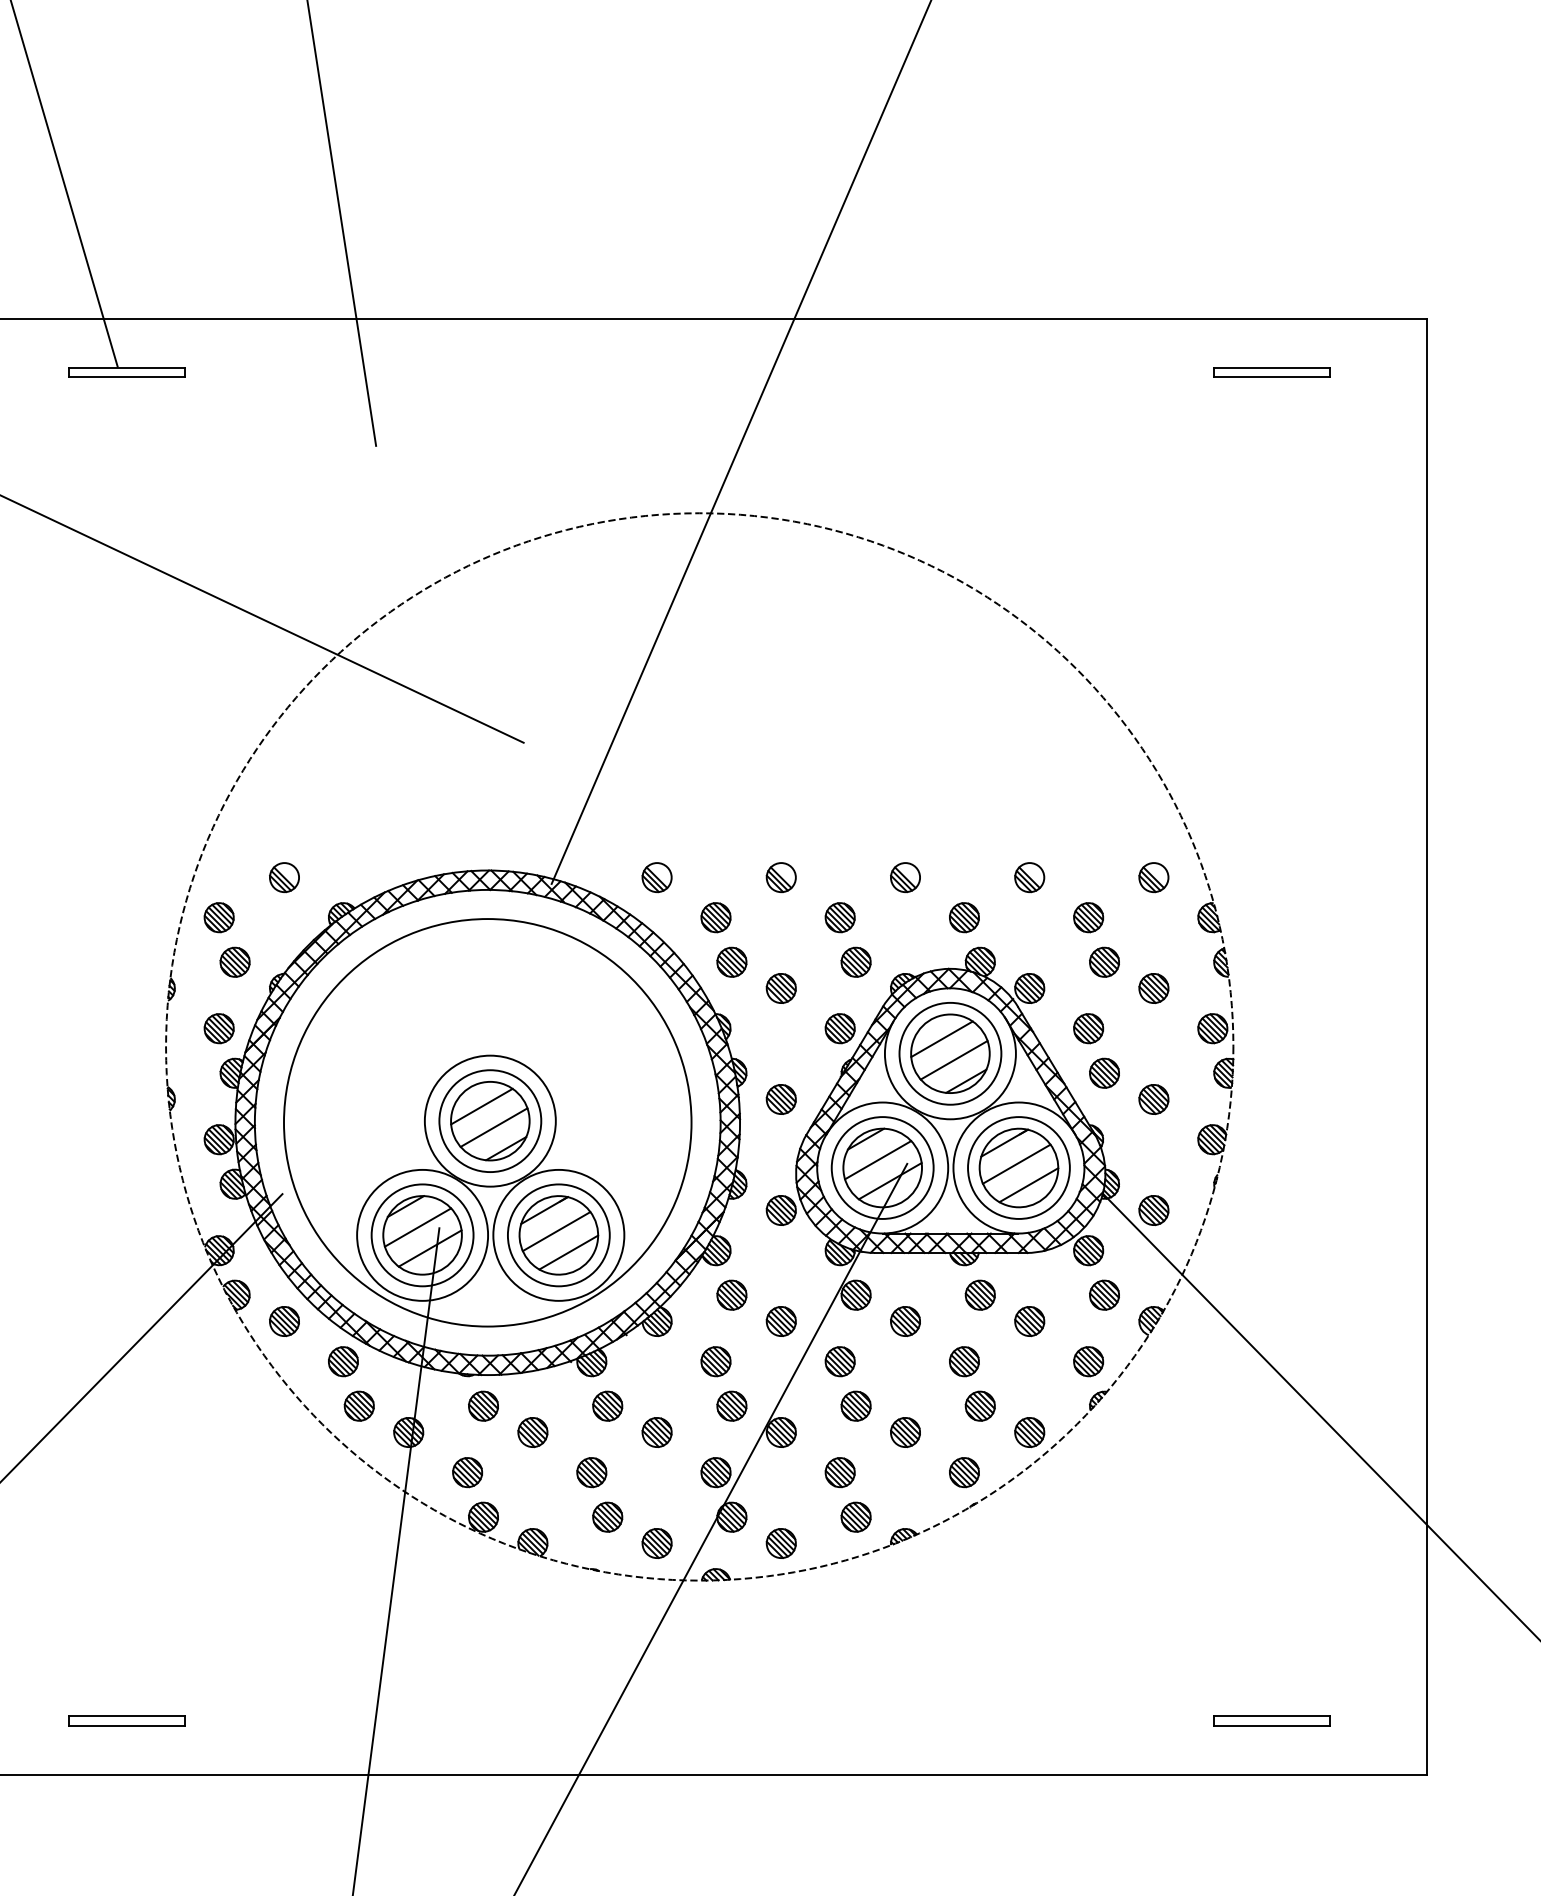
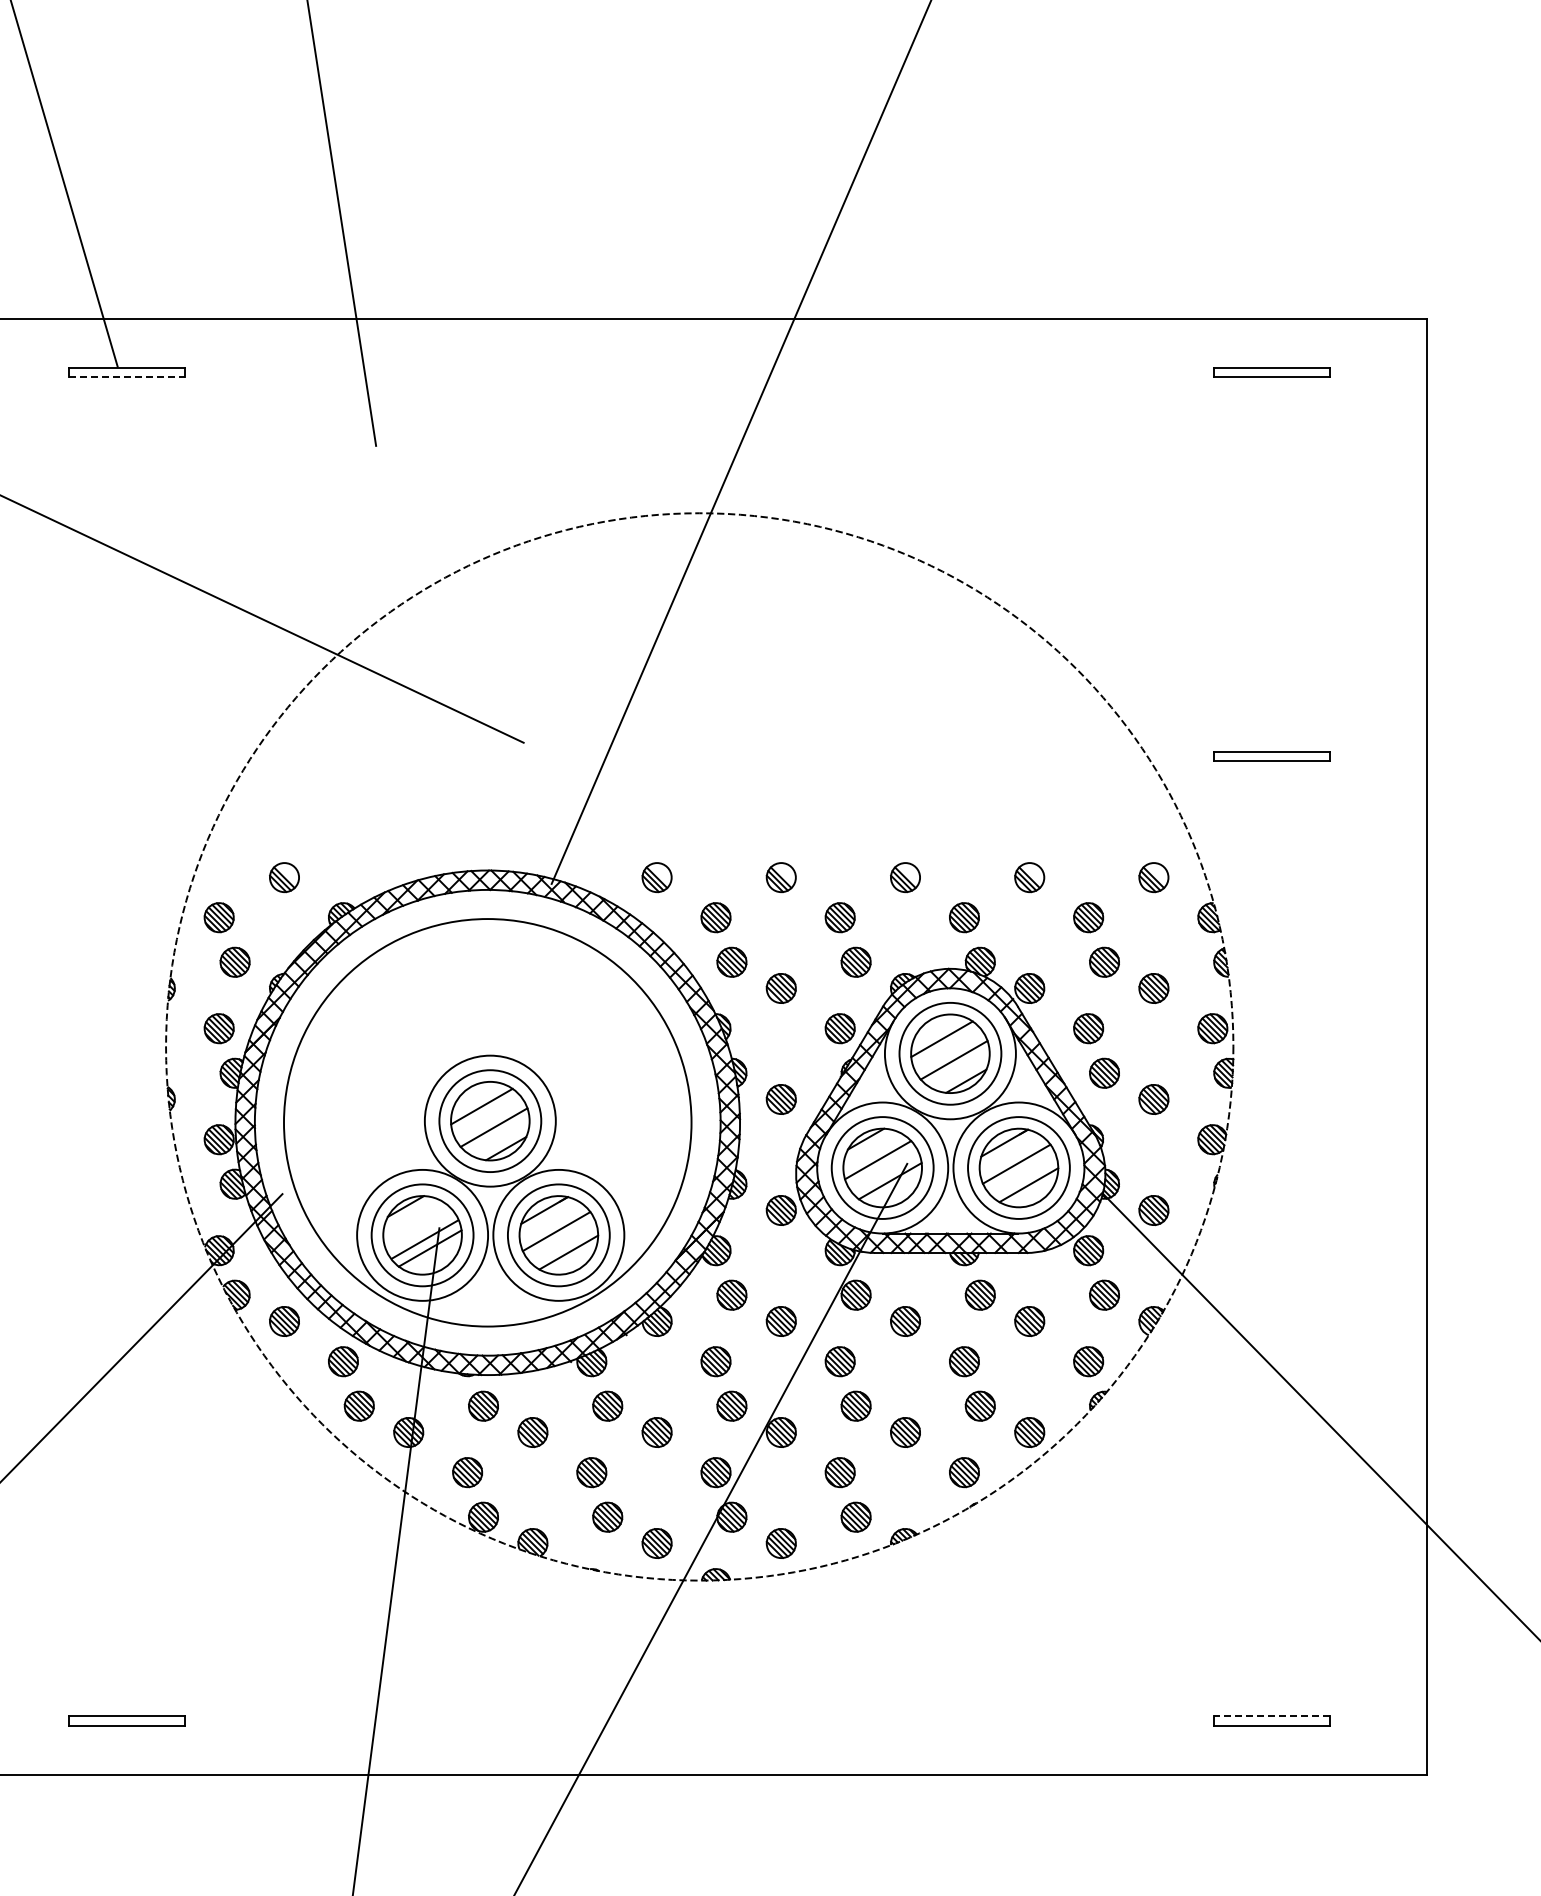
line at (127, 377): solid -> dashed
part at (1271, 756): none -> present
line at (417, 1227) position: (417, 1227) -> (424, 1239)
line at (1271, 1716): solid -> dashed
